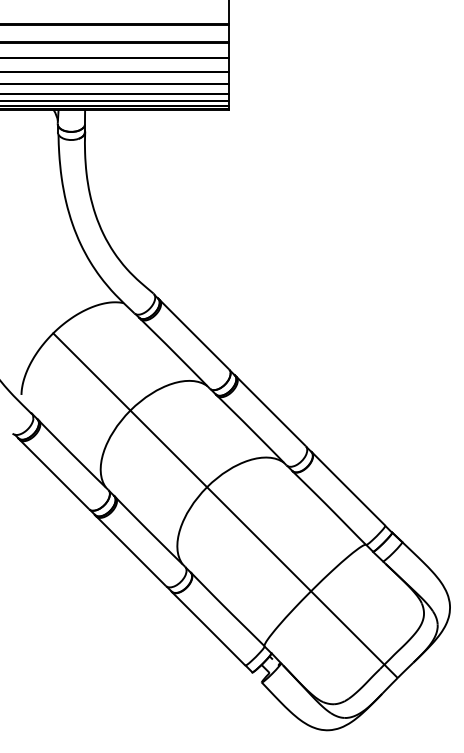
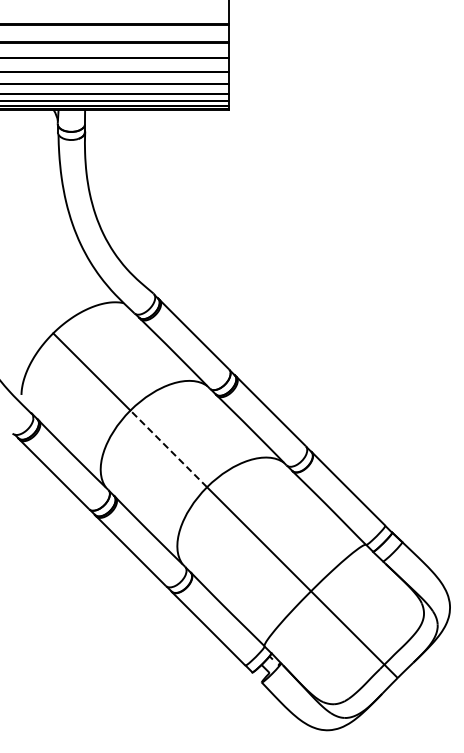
line at (168, 448): solid -> dashed
